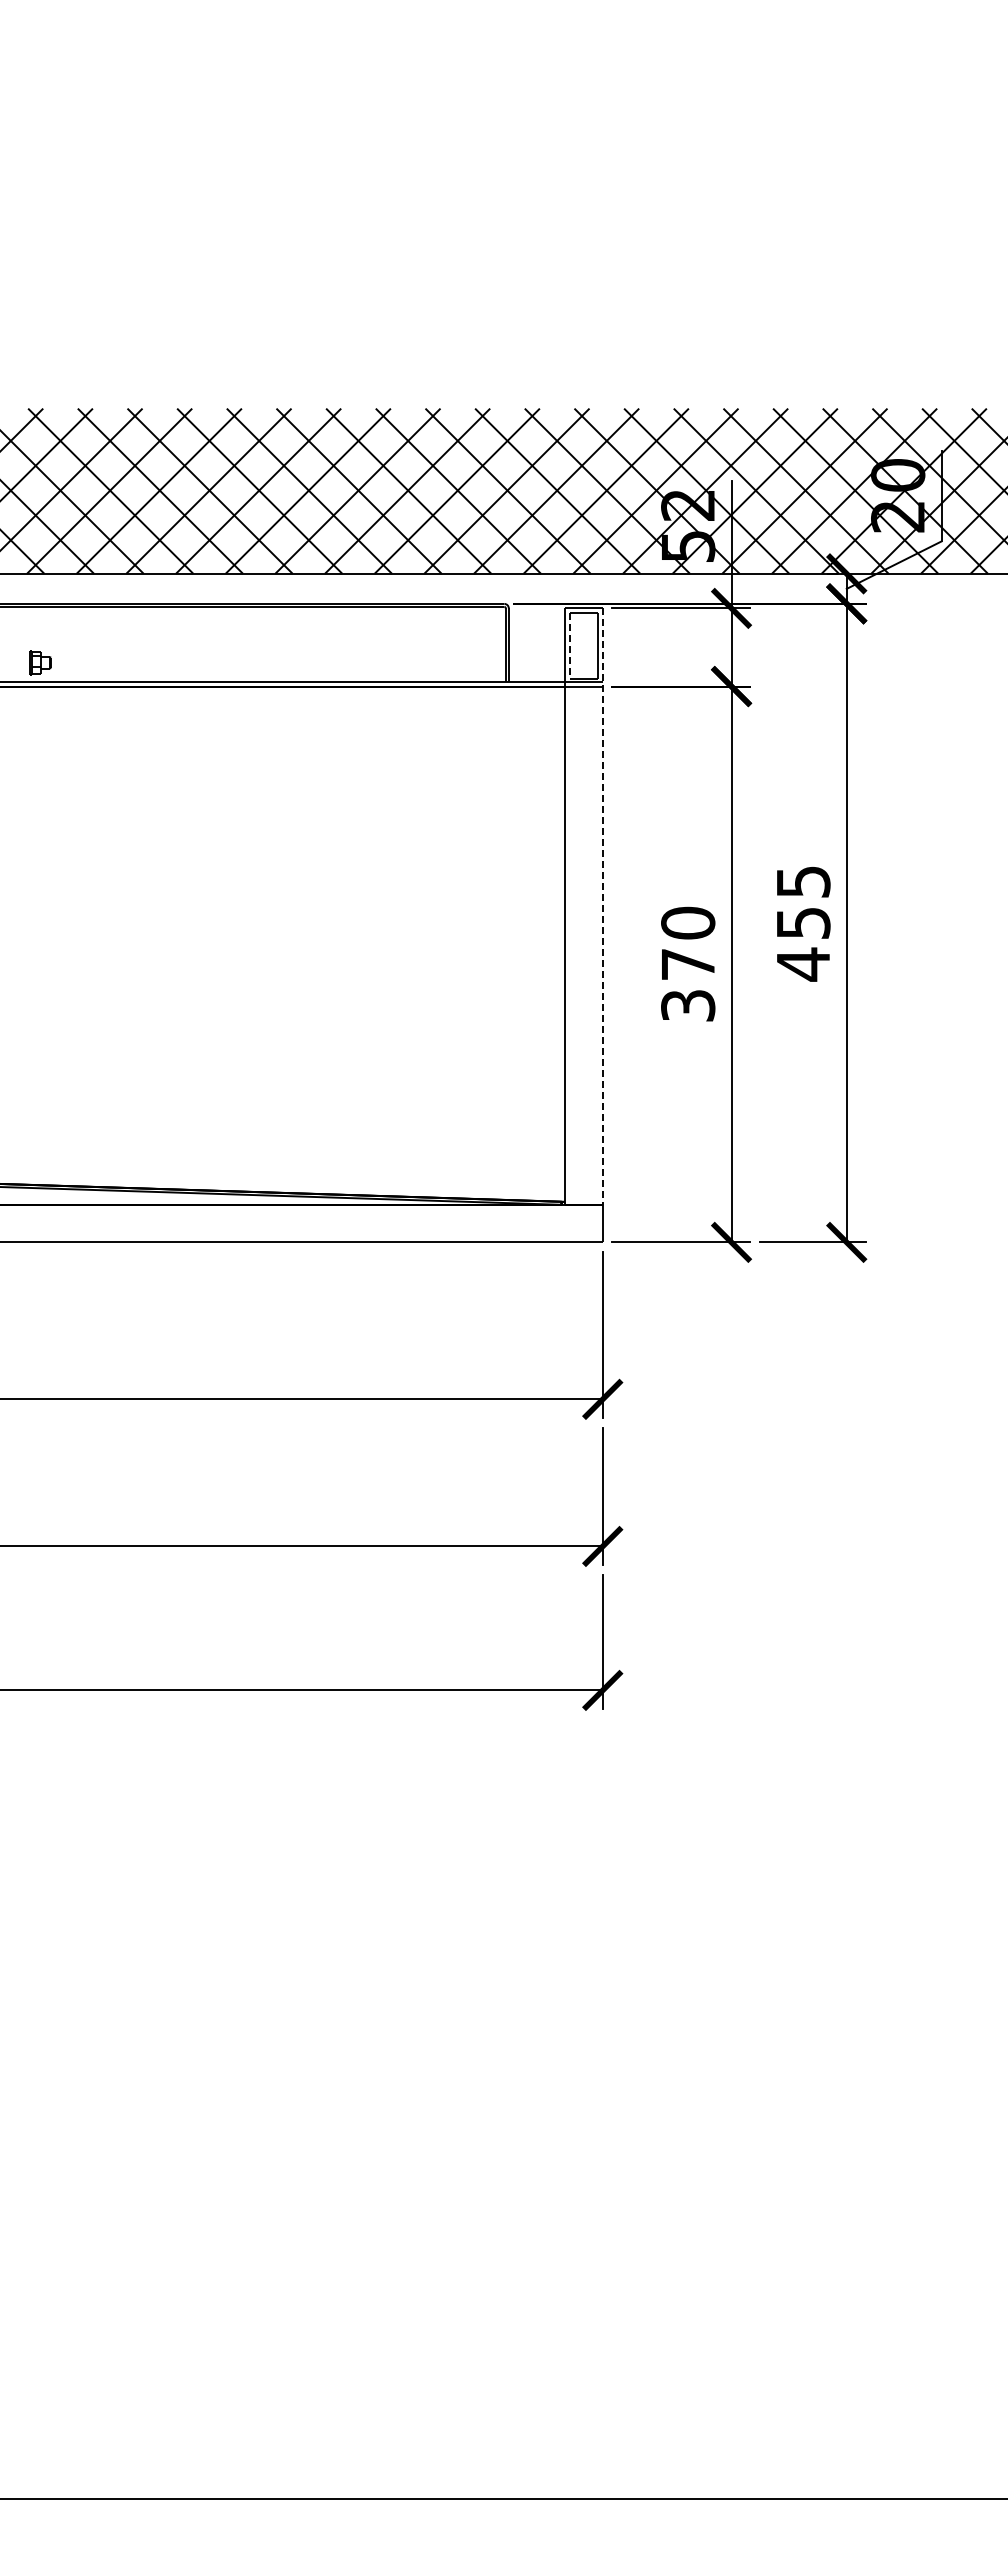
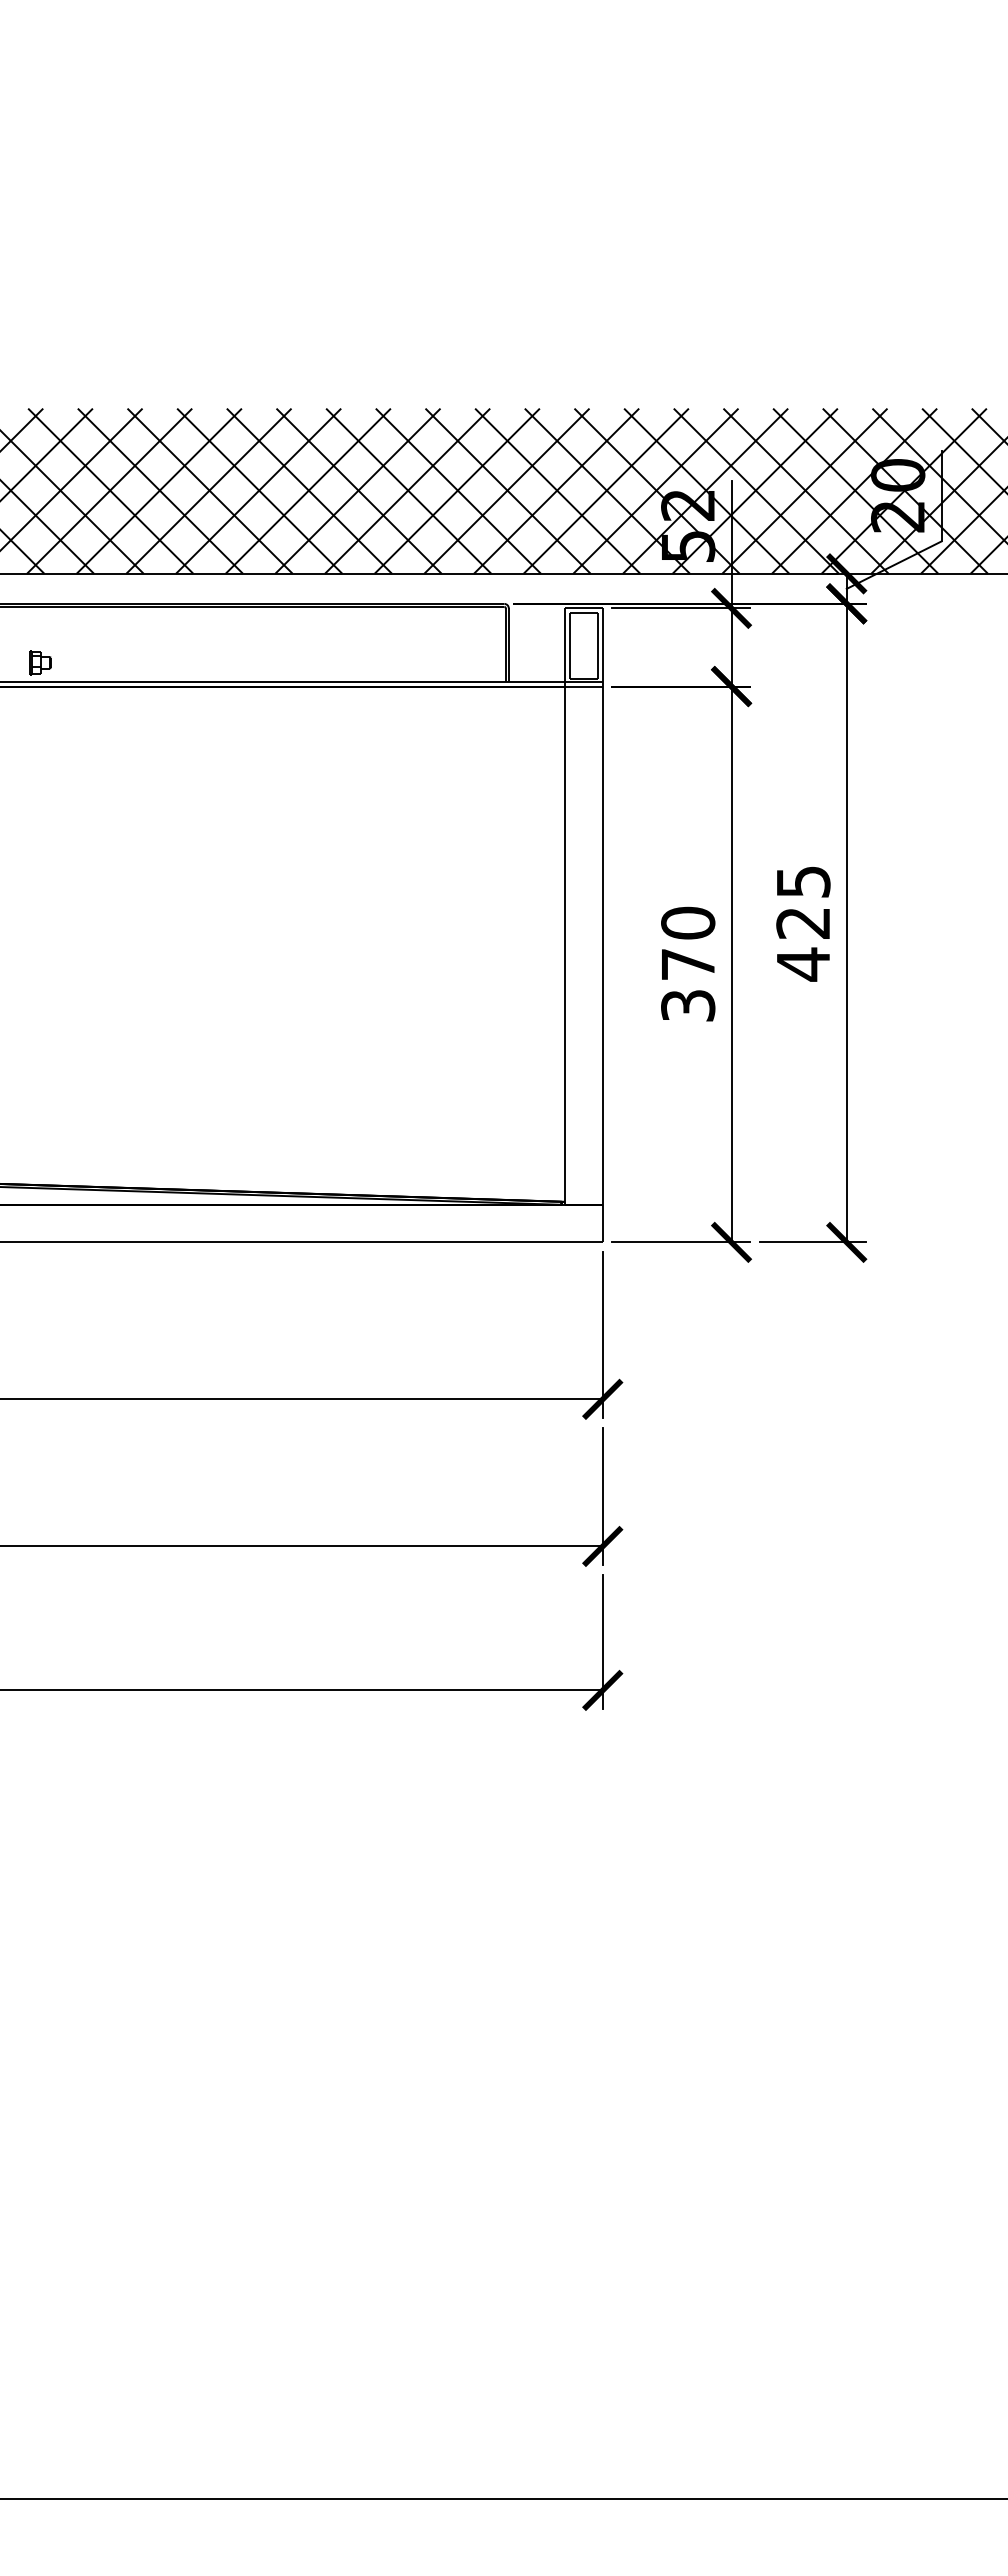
line at (569, 646): dashed -> solid
line at (602, 907): dashed -> solid
text at (803, 923): 455 -> 425
